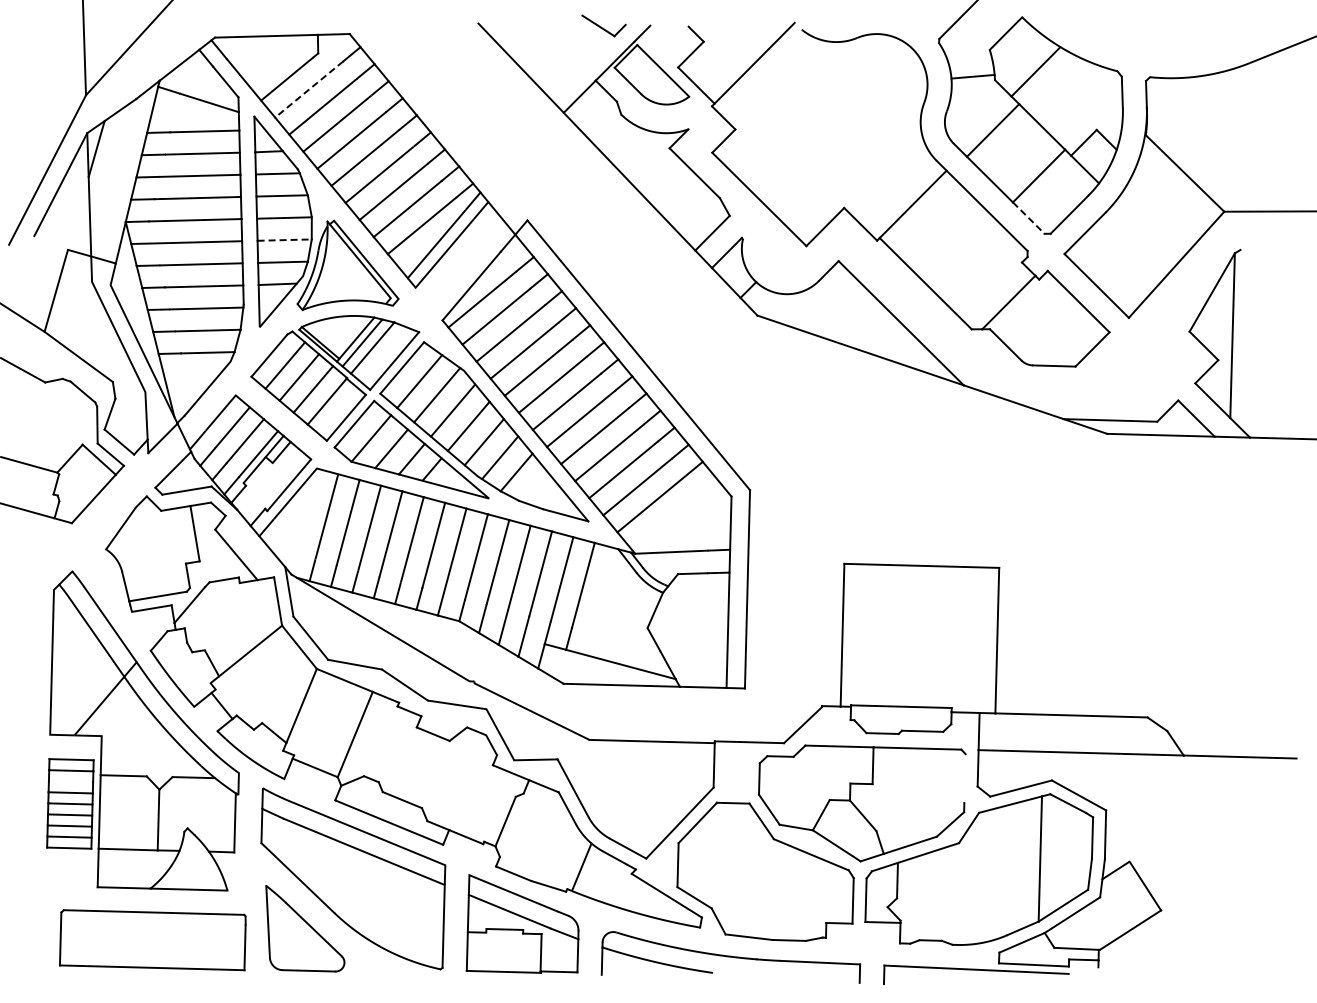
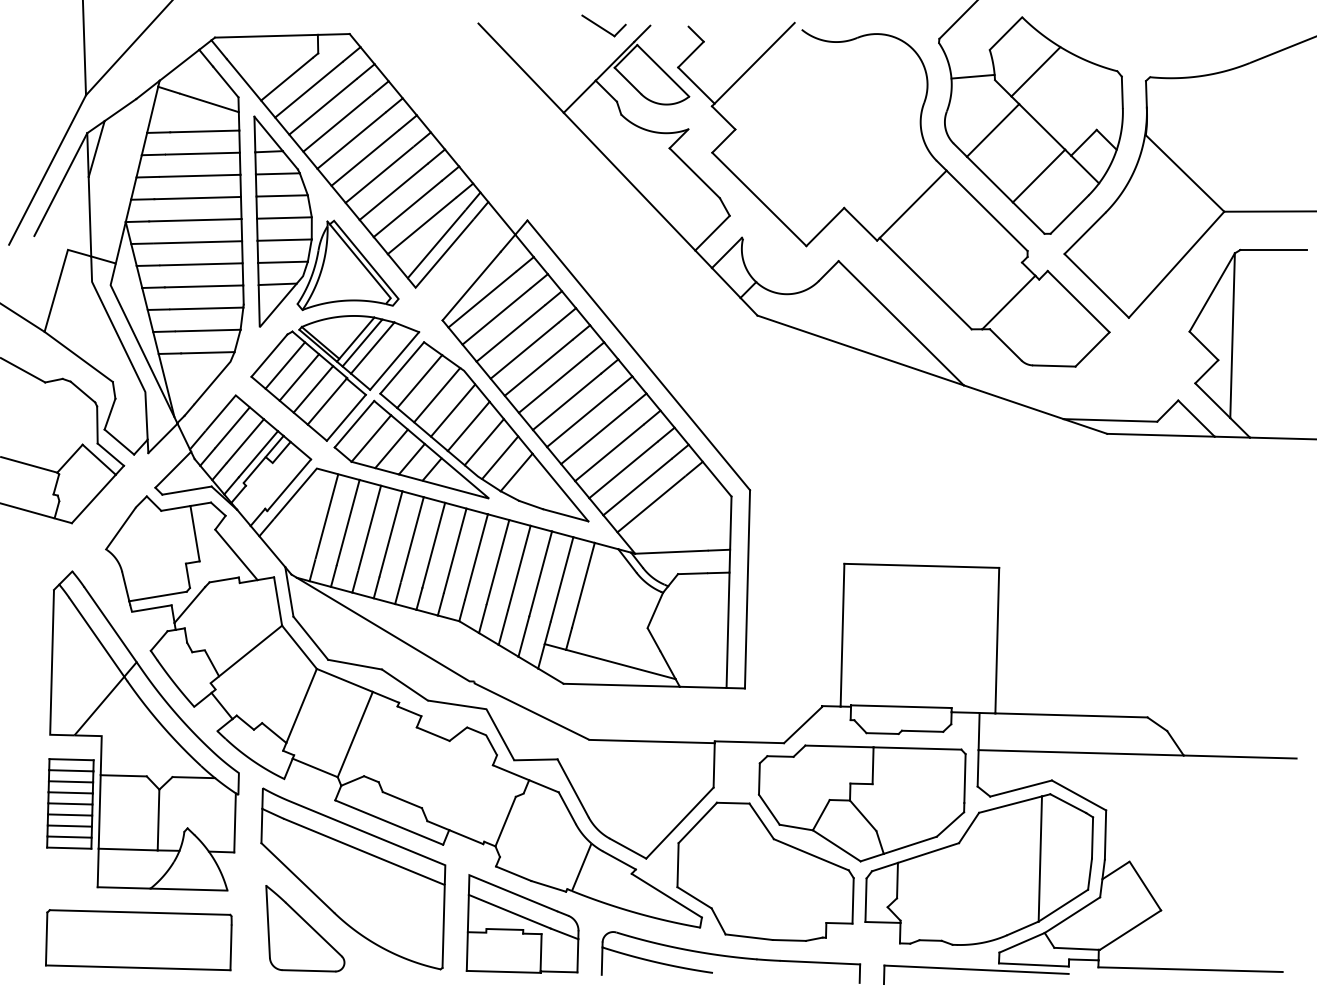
line at (308, 90): dashed -> solid
line at (1029, 218): dashed -> solid
line at (285, 240): dashed -> solid
line at (1273, 250): none -> present
line at (964, 778): none -> present
line at (70, 781): none -> present
part at (152, 940) position: (152, 940) -> (138, 940)
line at (1190, 969): none -> present
